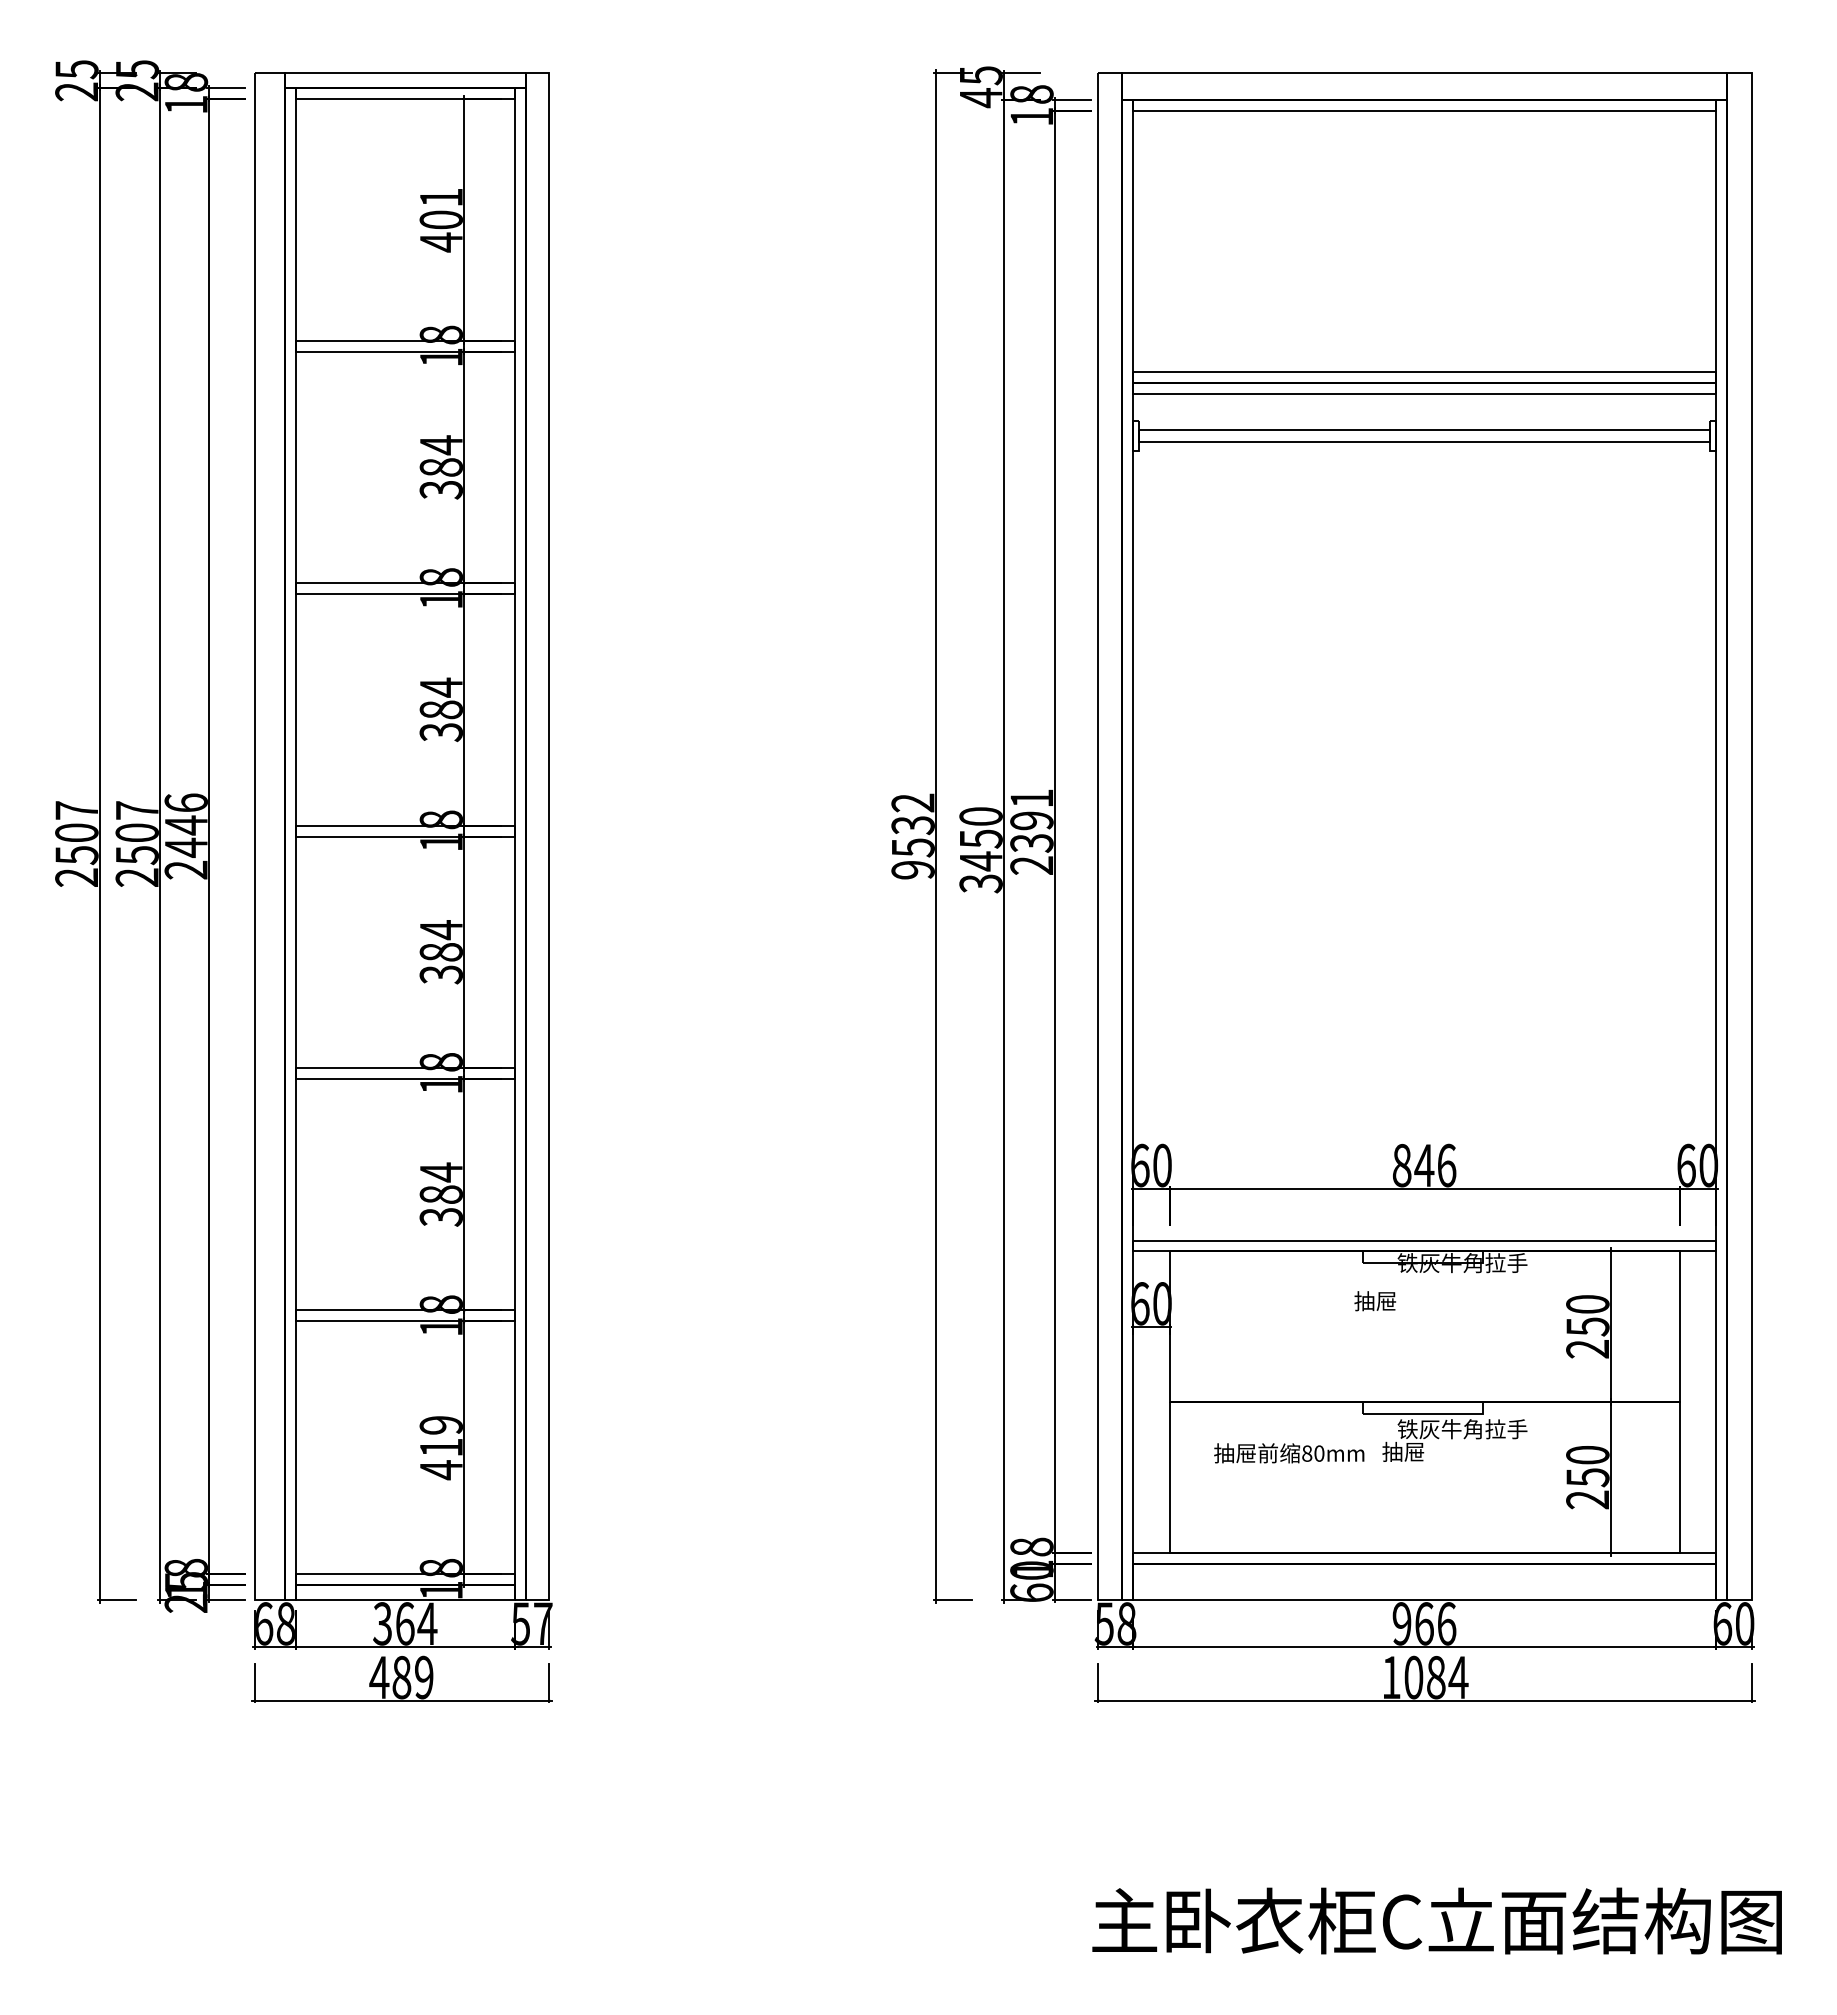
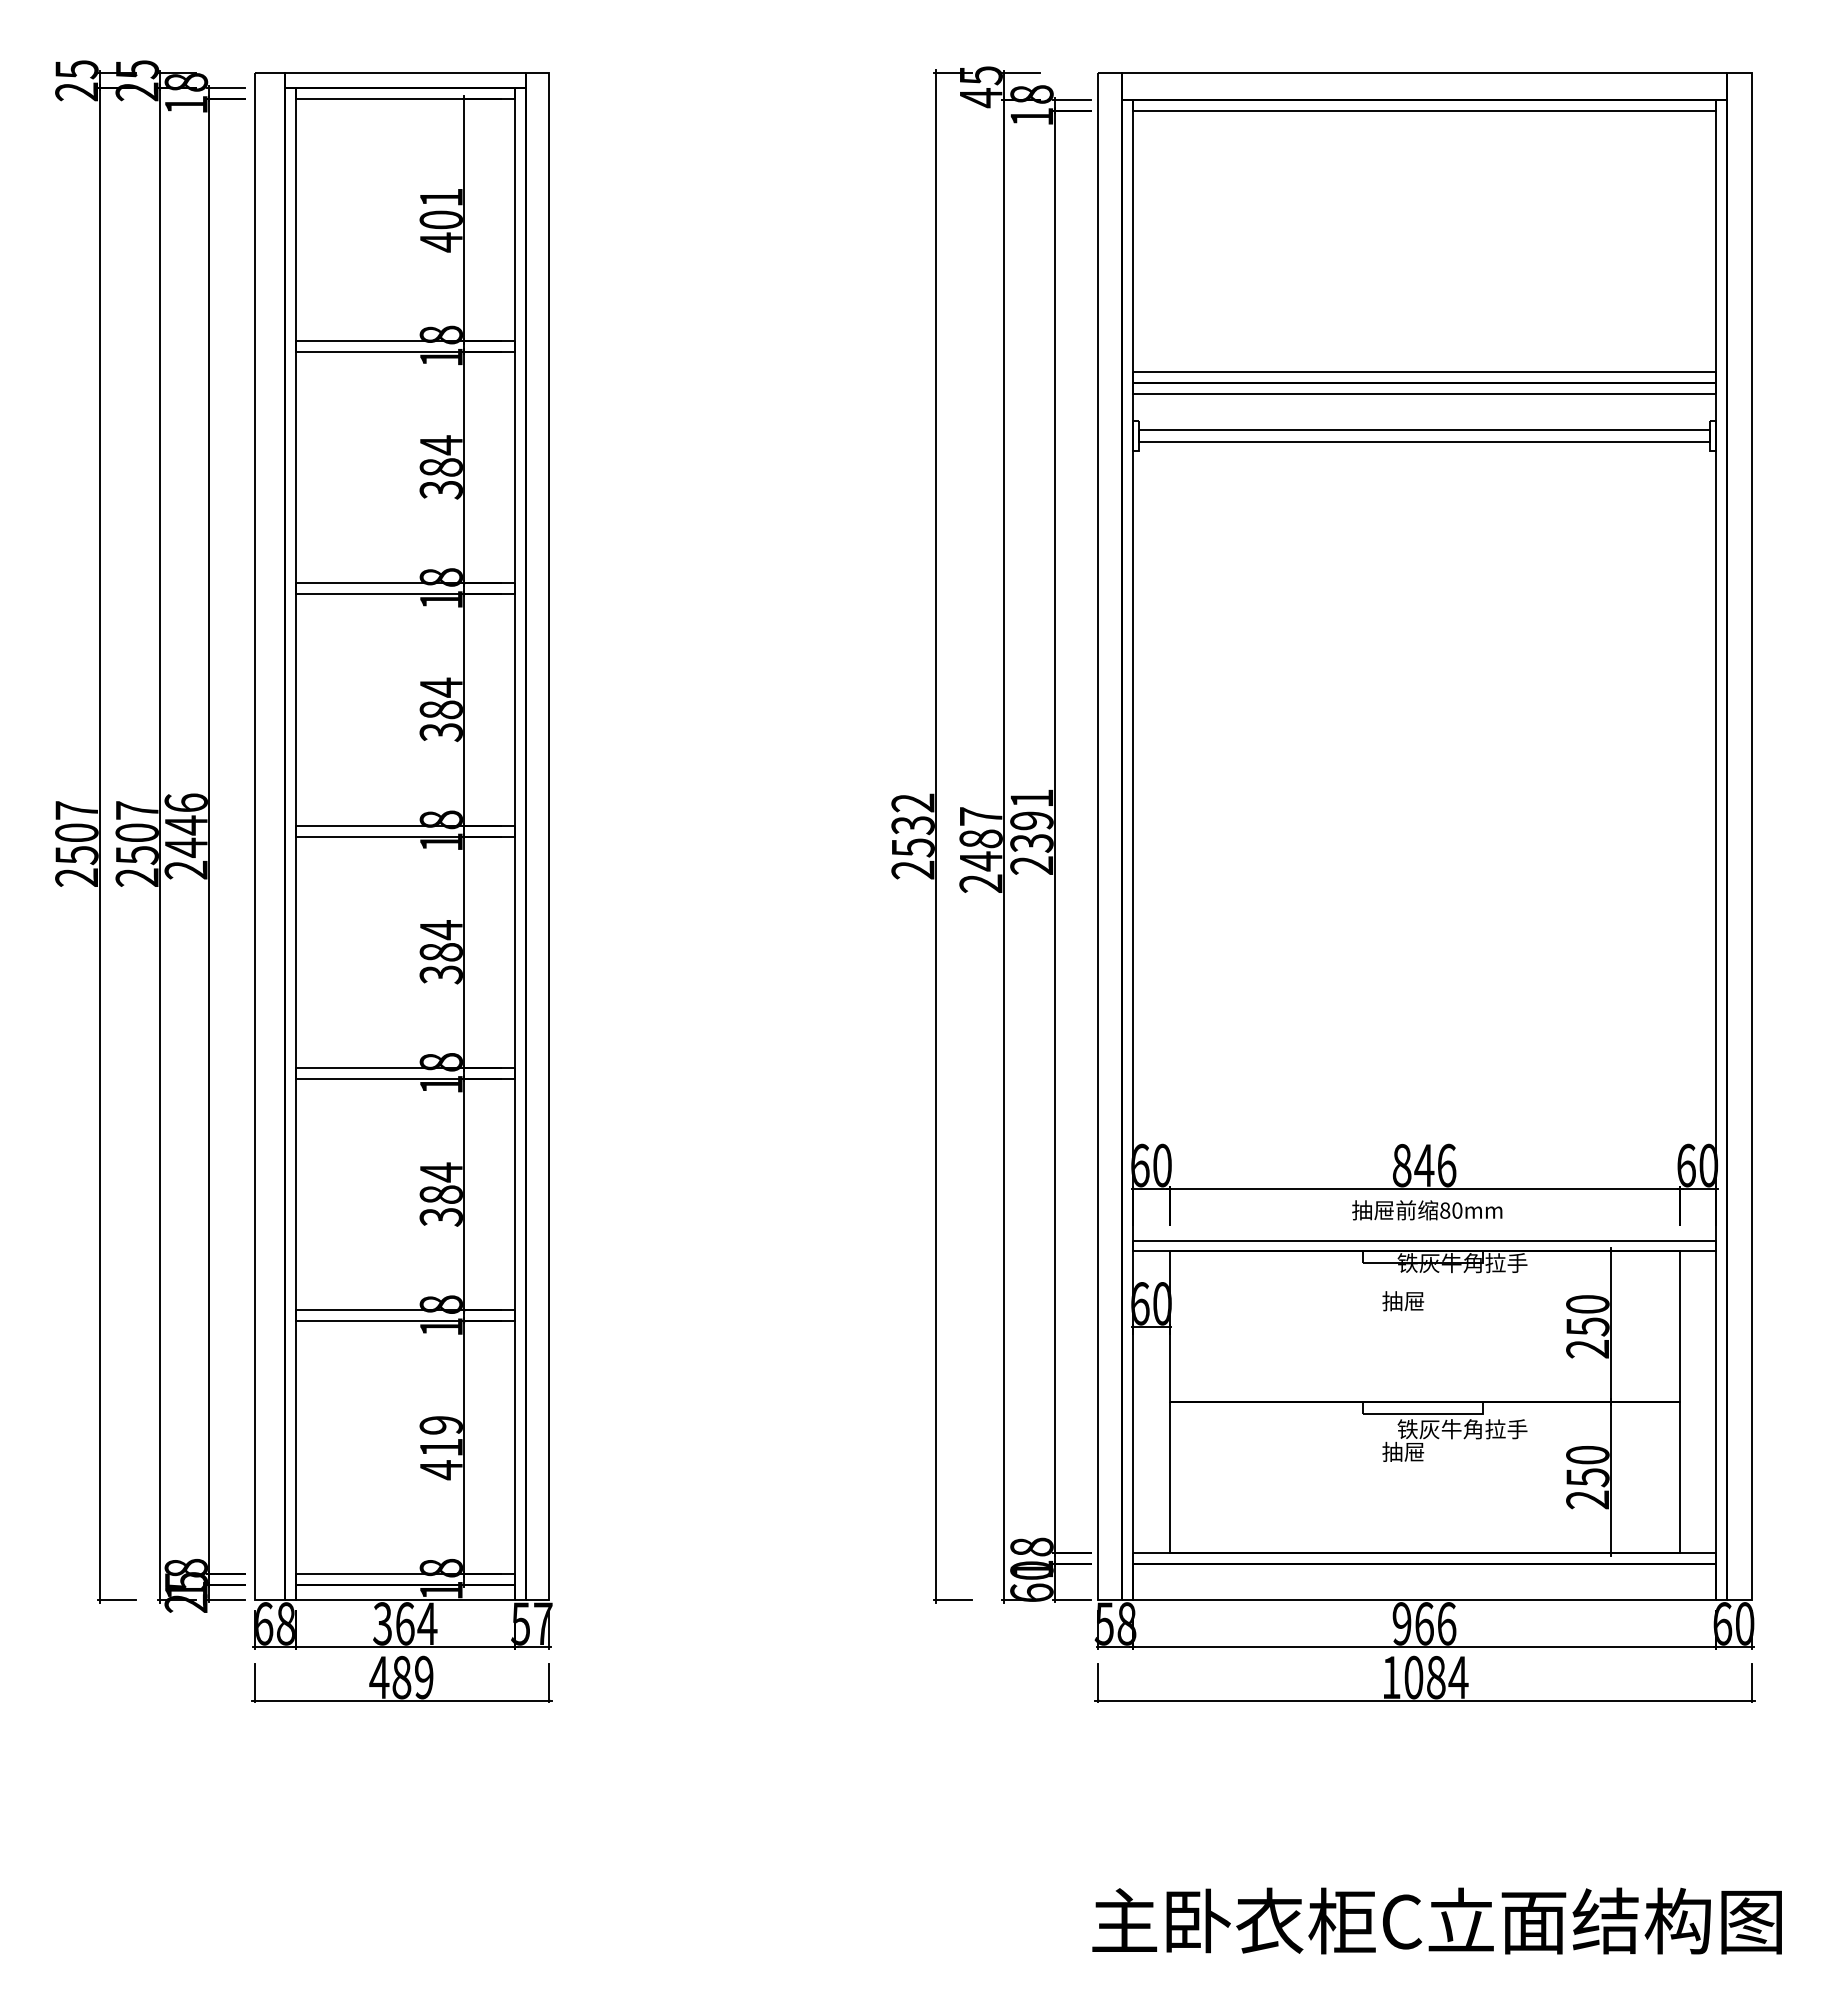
text at (980, 850): 3450 -> 2487
text at (912, 870): 9532 -> 2532
text at (1375, 1301) position: (1375, 1301) -> (1403, 1301)
text at (1289, 1453) position: (1289, 1453) -> (1427, 1210)
